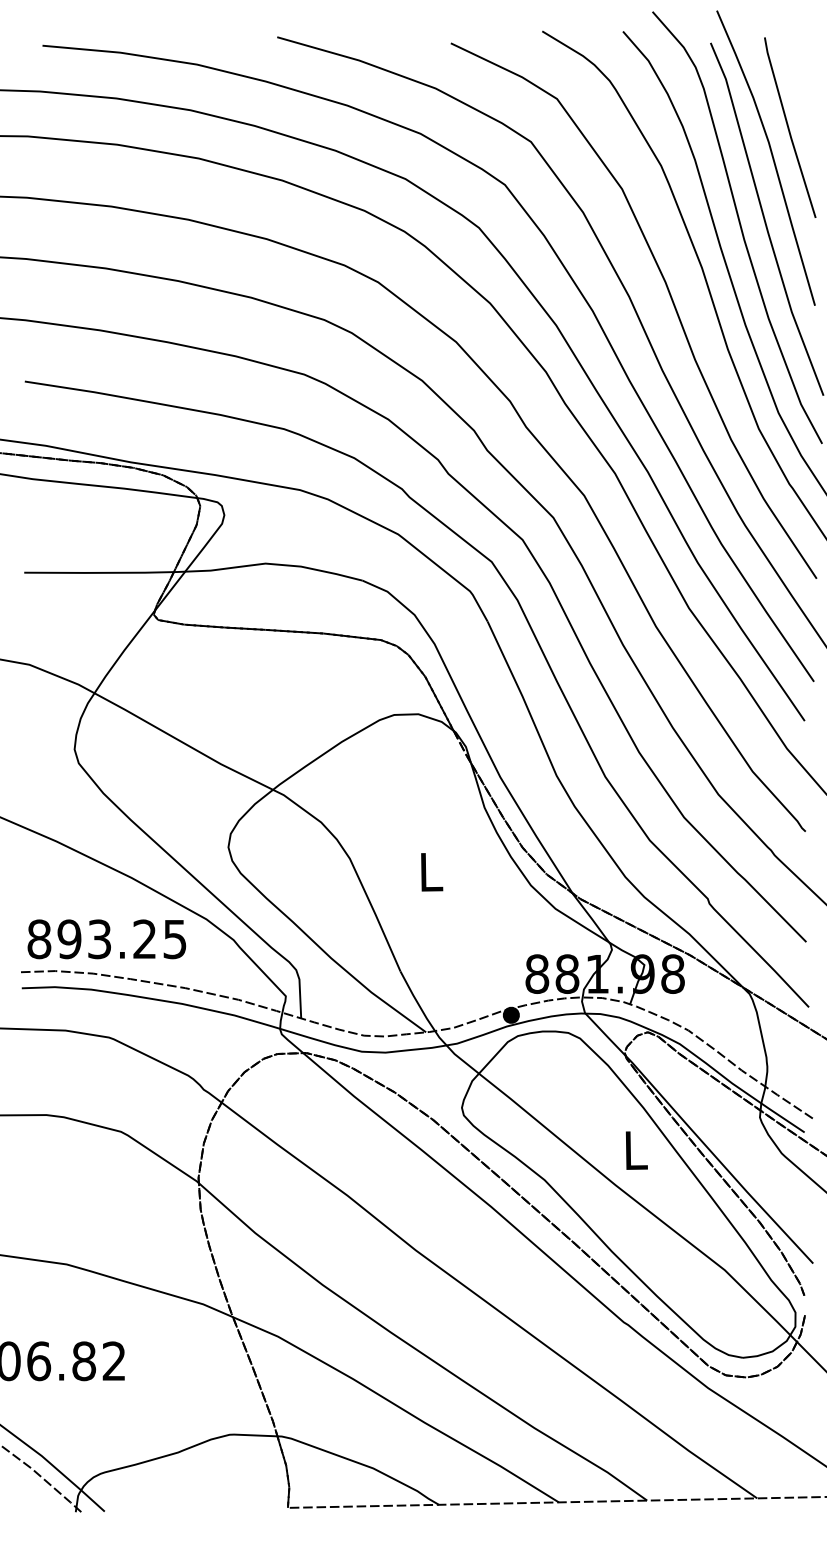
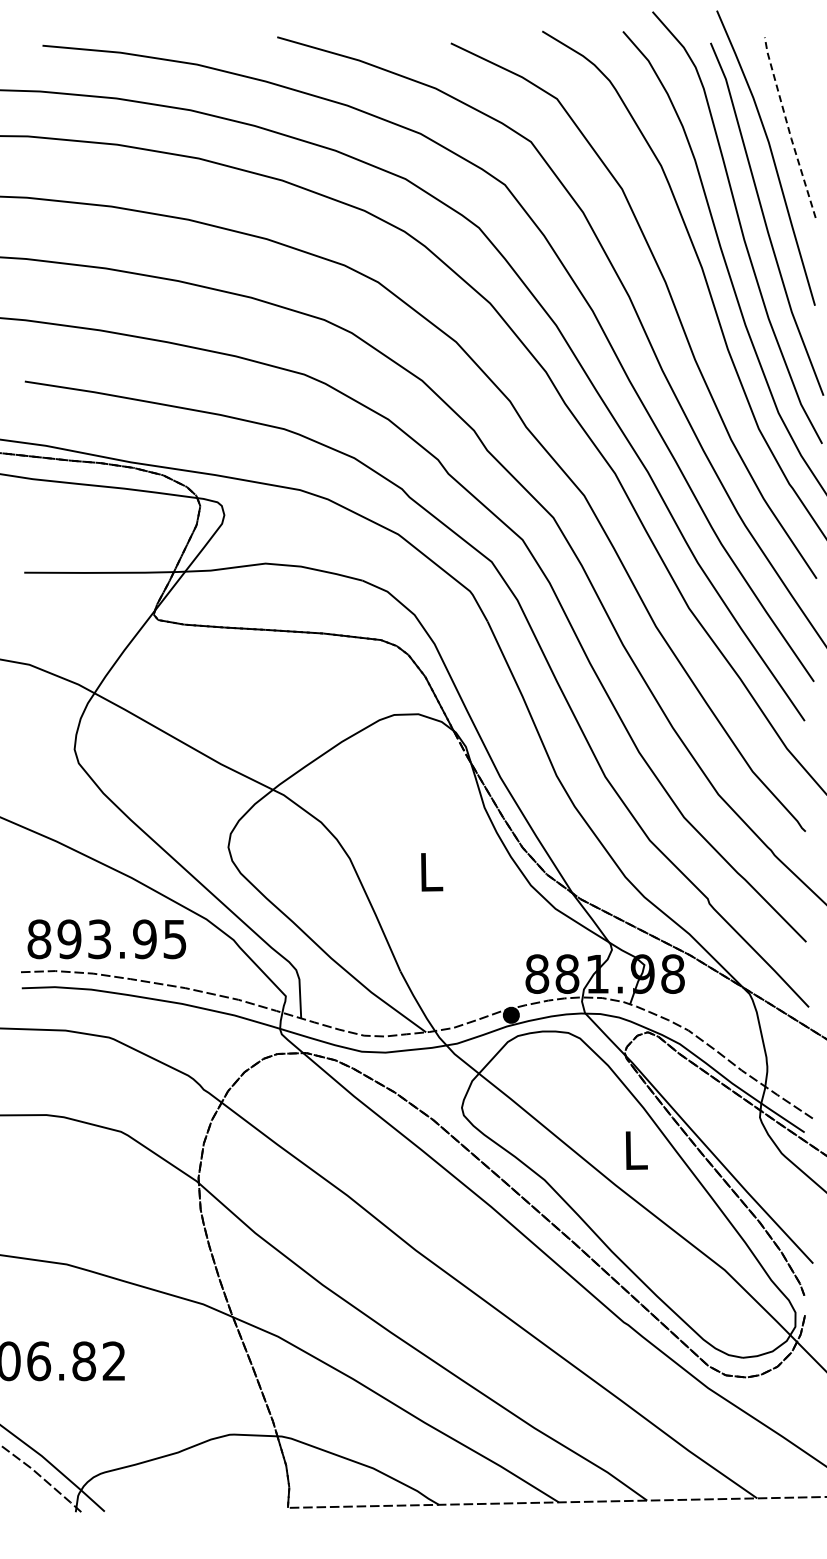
line at (788, 127): solid -> dashed
text at (144, 939): 893.25 -> 893.95
